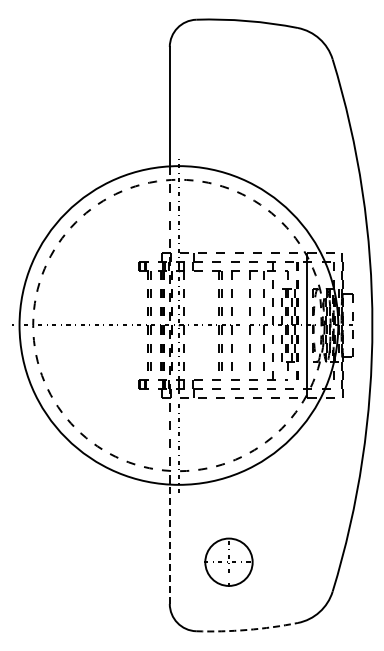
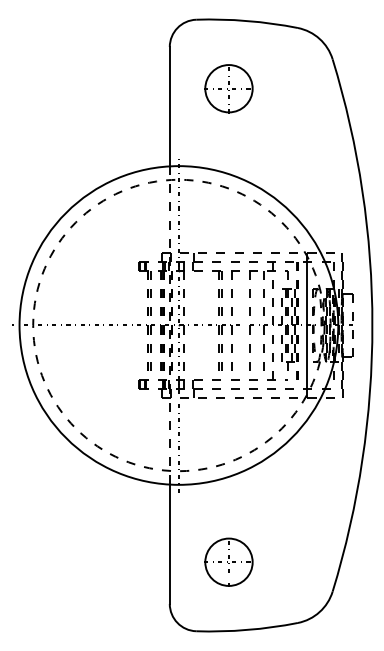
part at (228, 88): none -> present
line at (169, 544): dashed -> solid
arc at (247, 629): dashed -> solid
